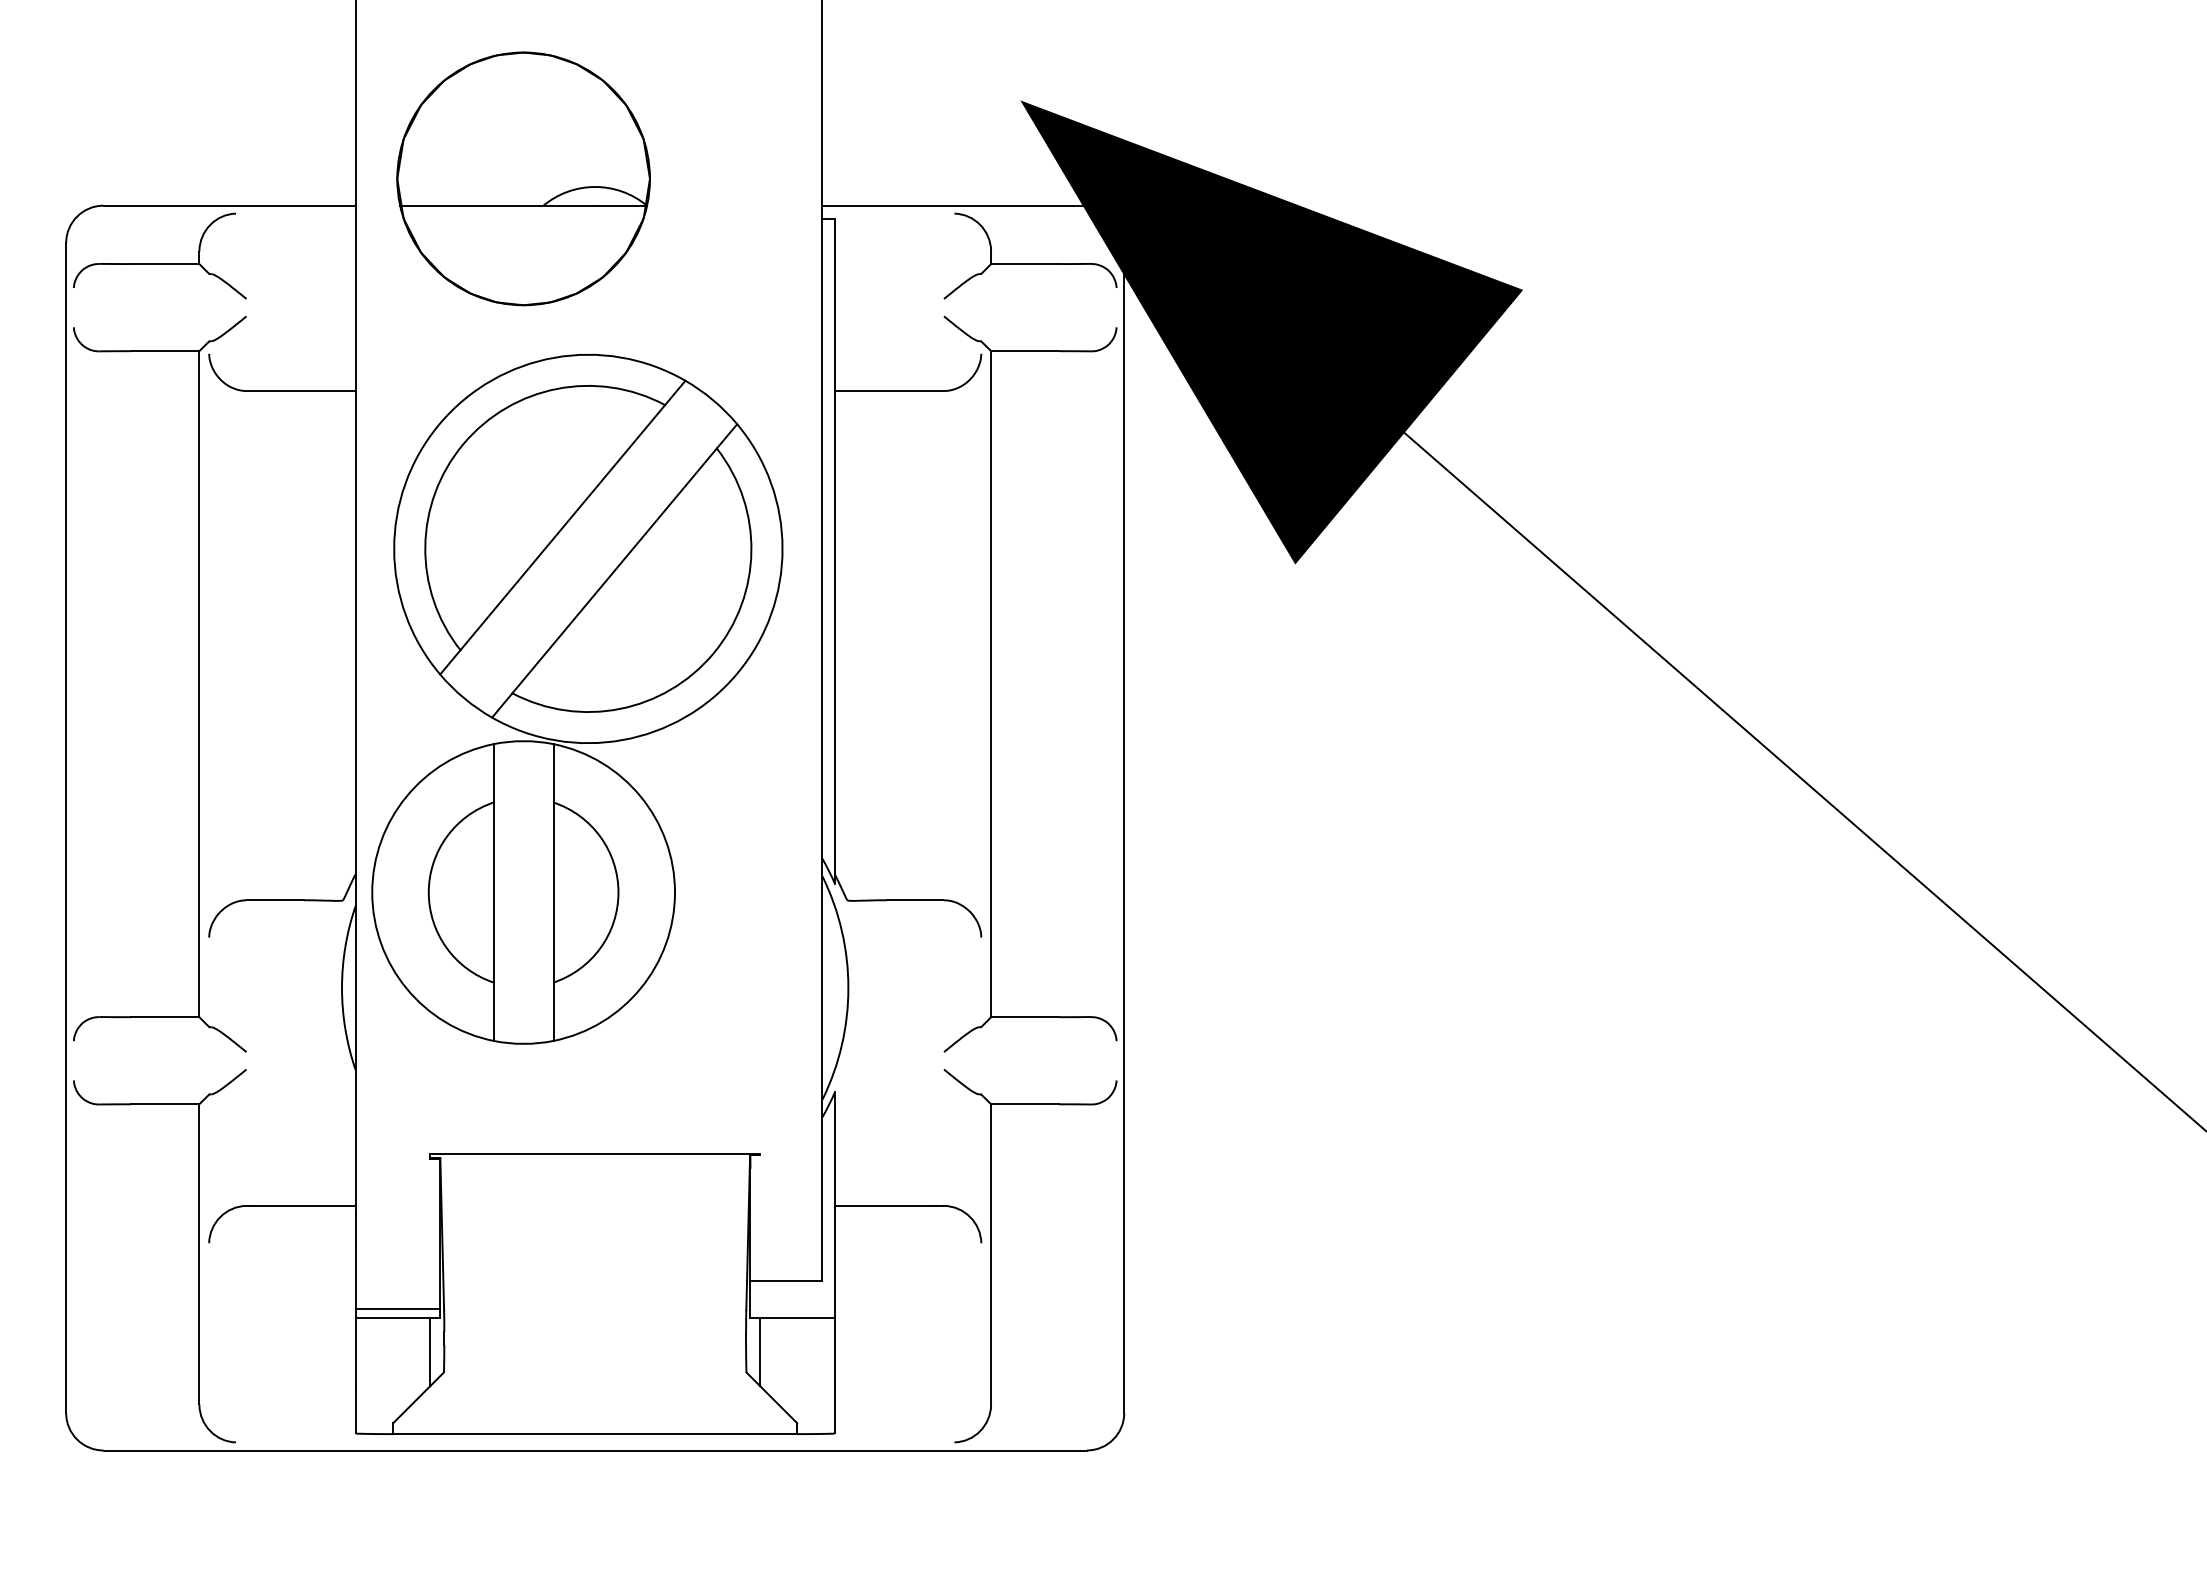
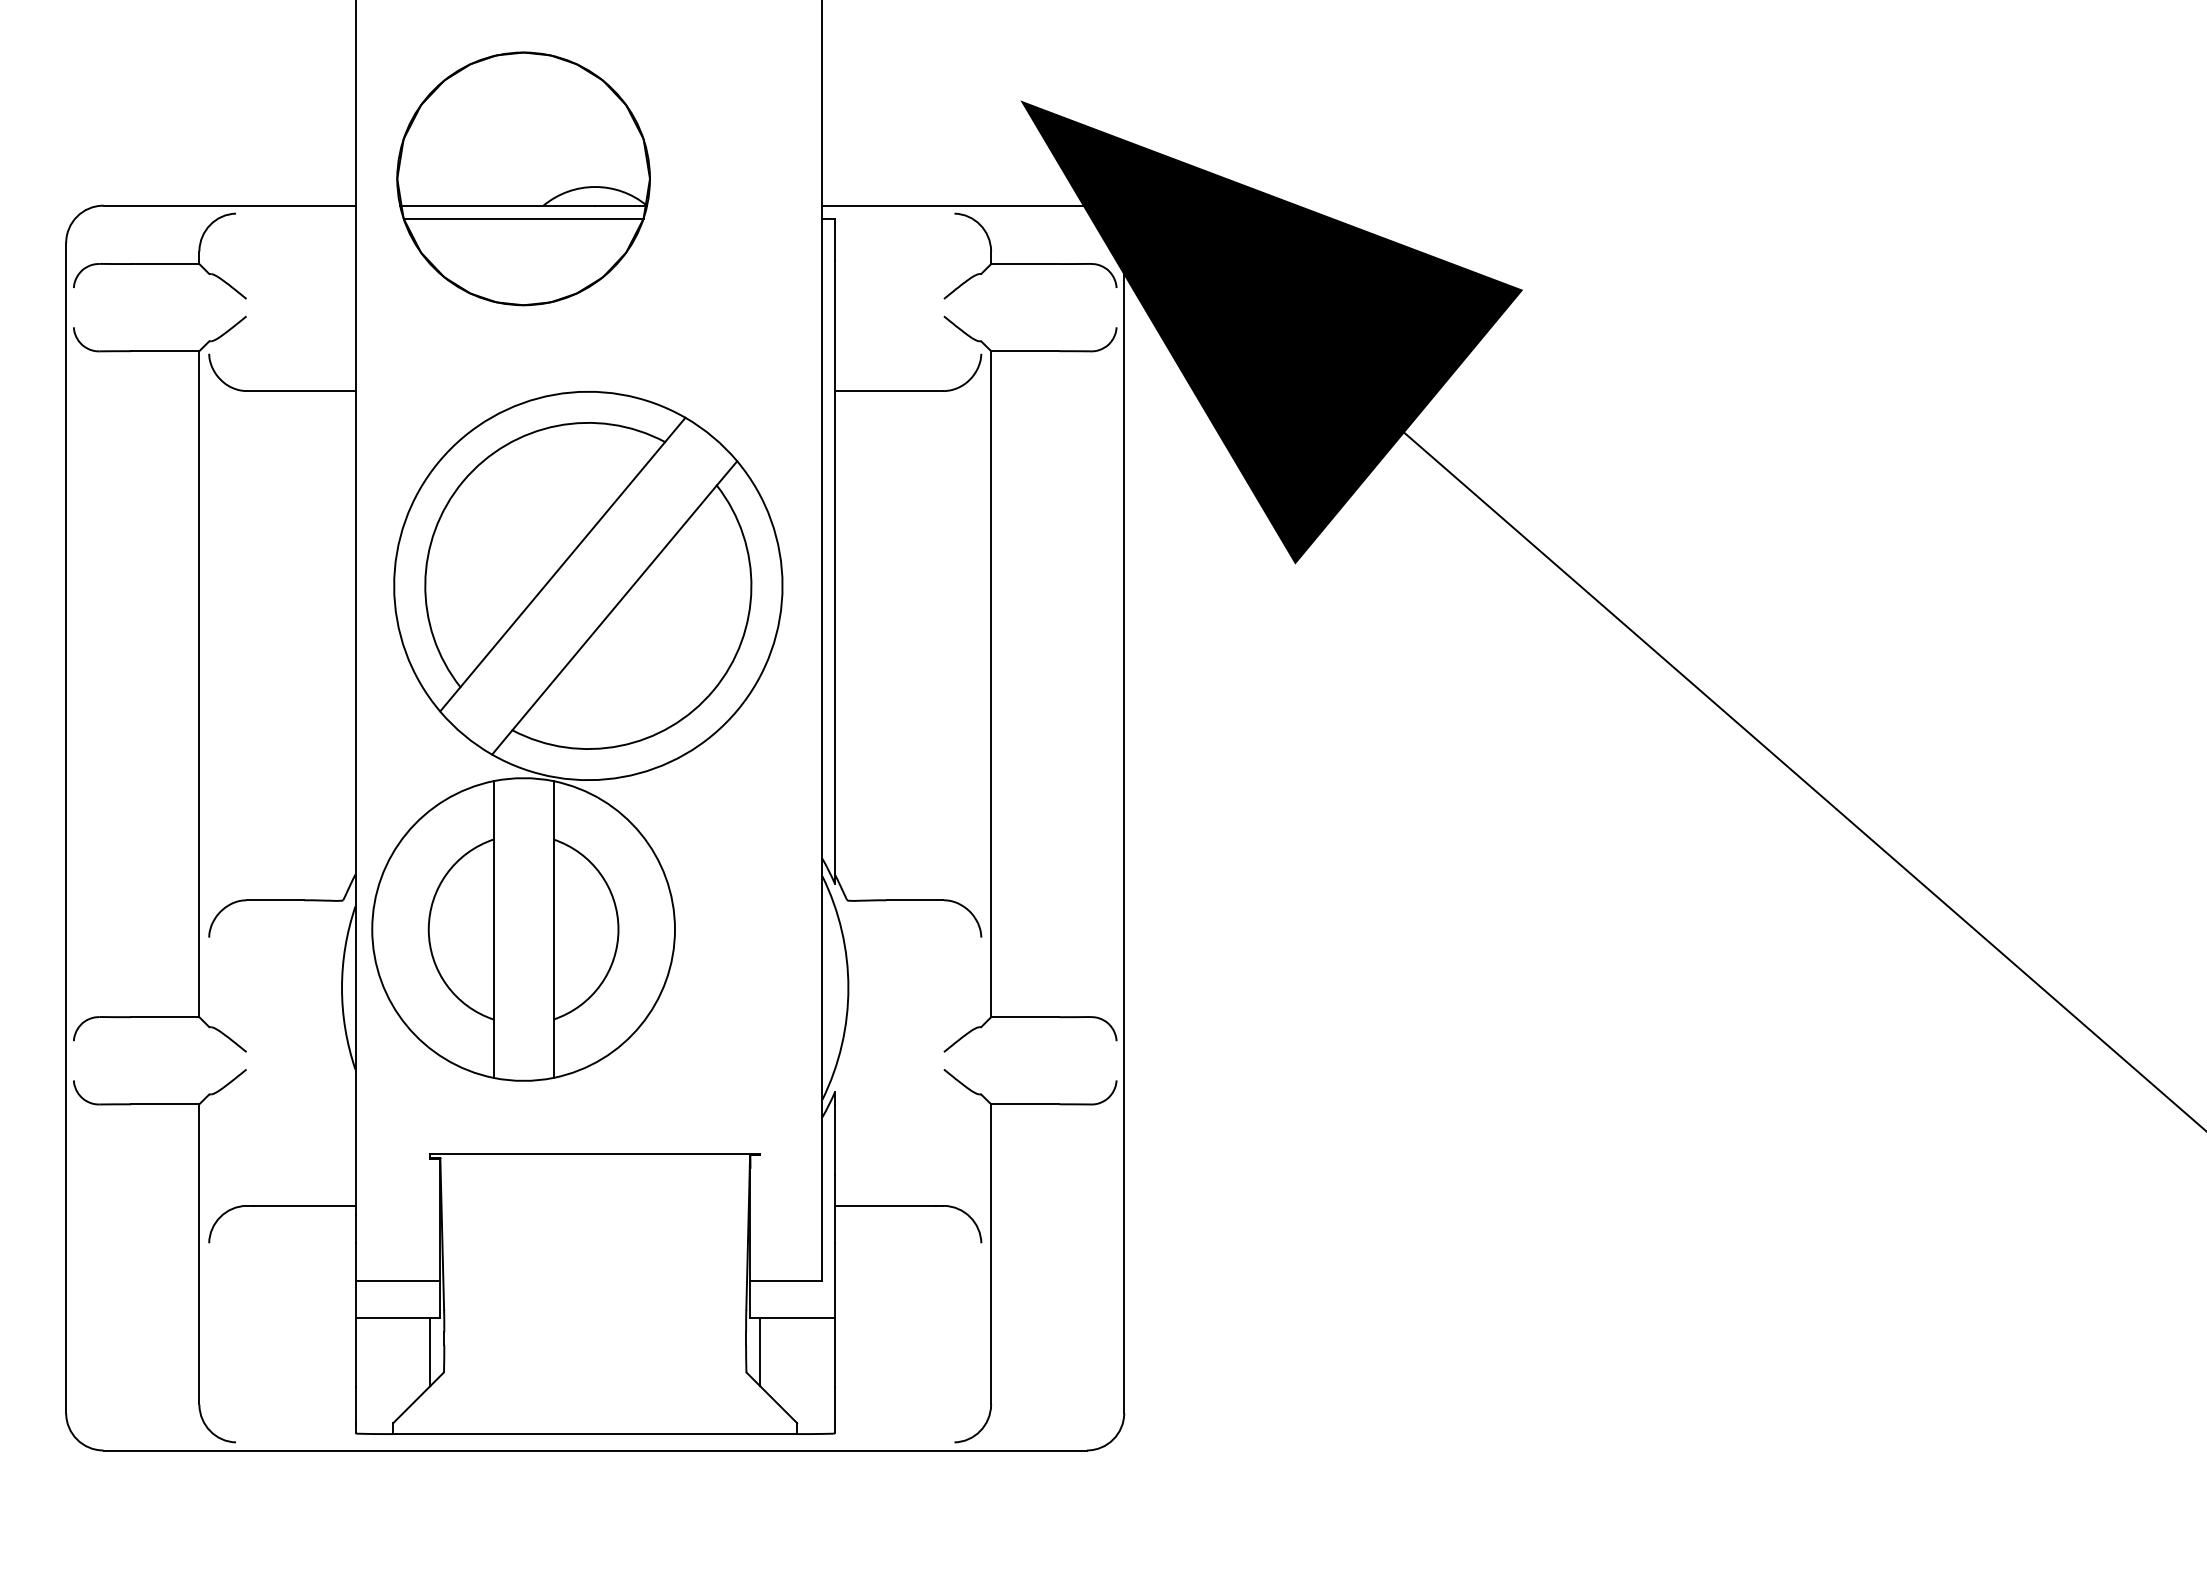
line at (523, 218): none -> present
part at (577, 699) position: (577, 699) -> (577, 736)
line at (397, 1308) position: (397, 1308) -> (397, 1280)
